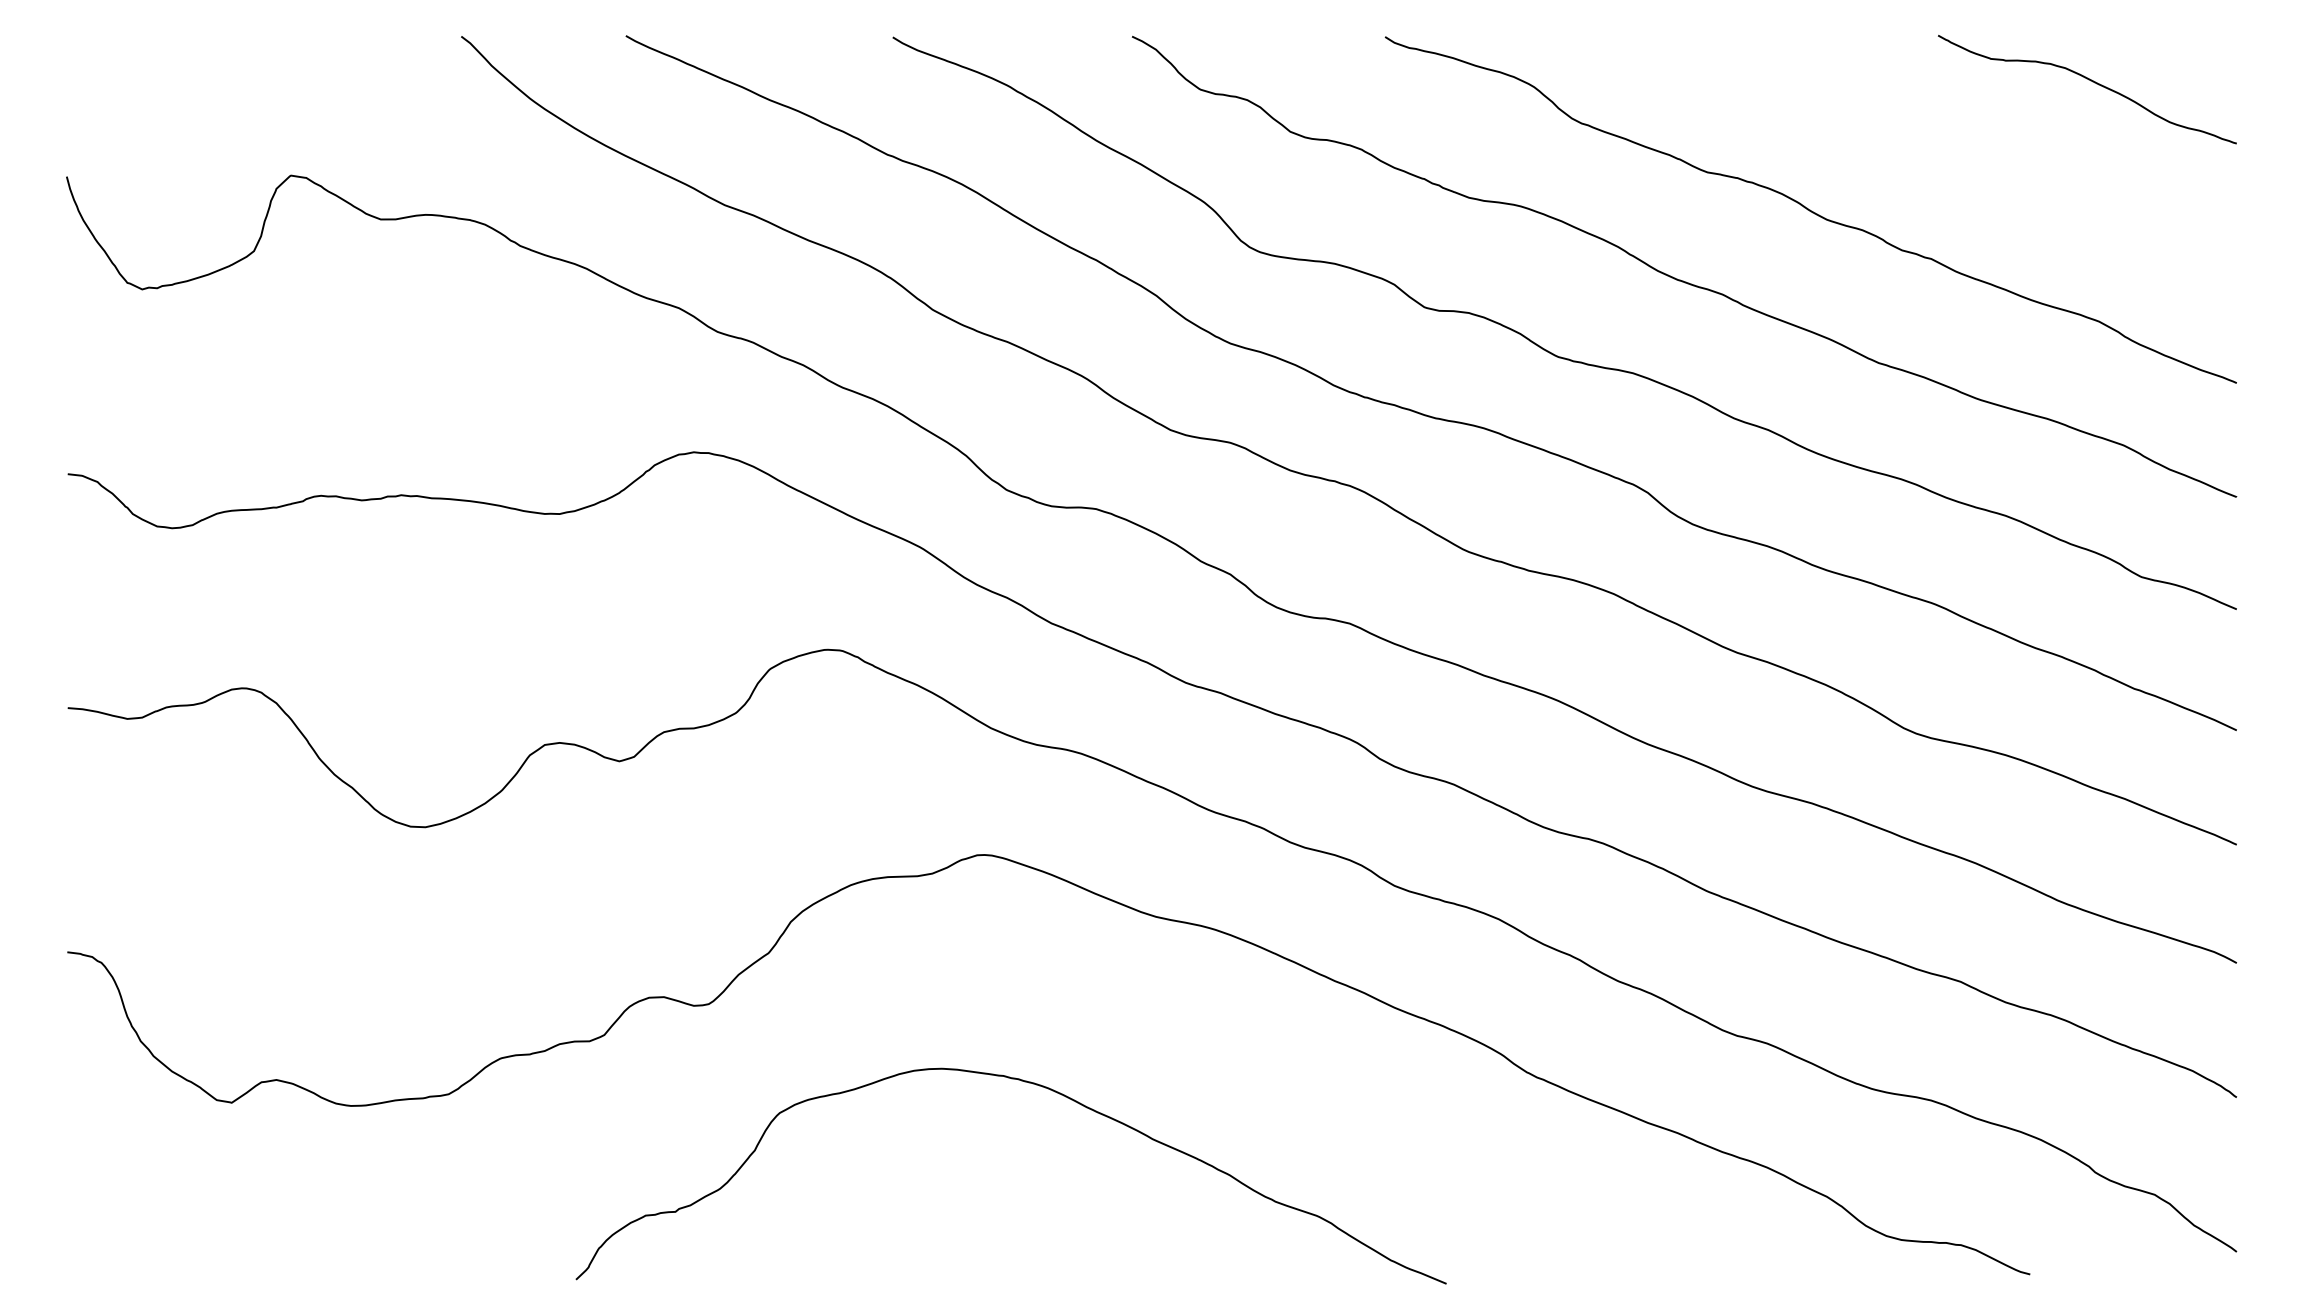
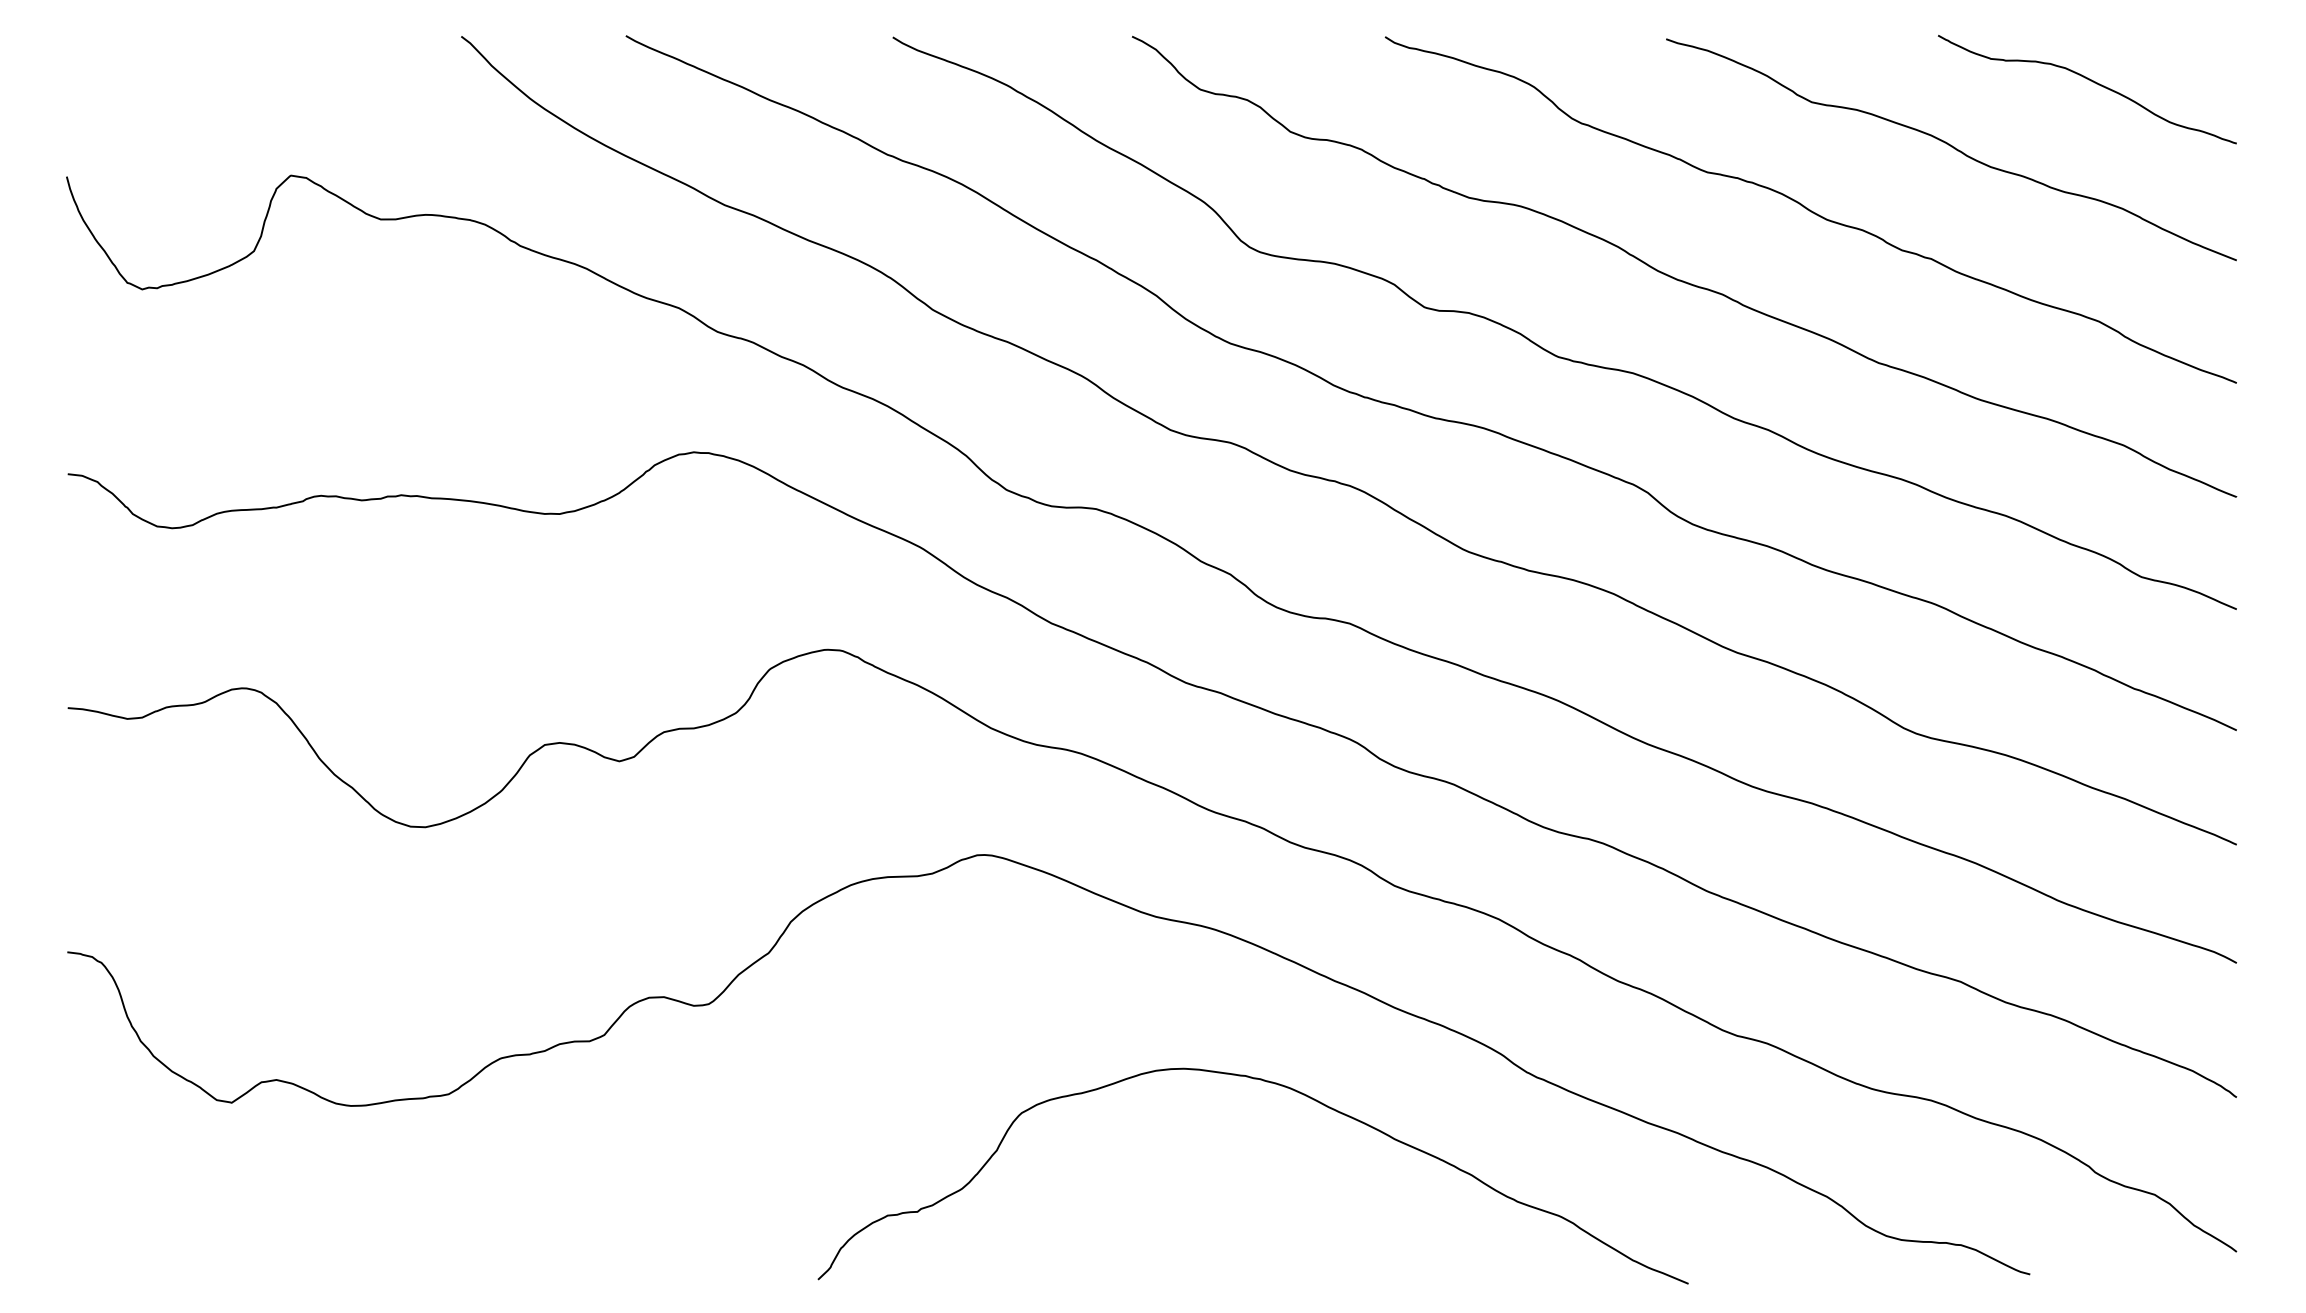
curve at (1951, 147): none -> present
curve at (1039, 1086) position: (1039, 1086) -> (1281, 1086)
